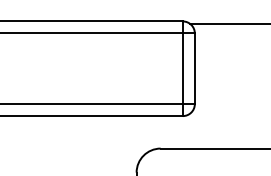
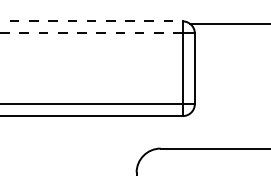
line at (91, 21): solid -> dashed
line at (90, 33): solid -> dashed
